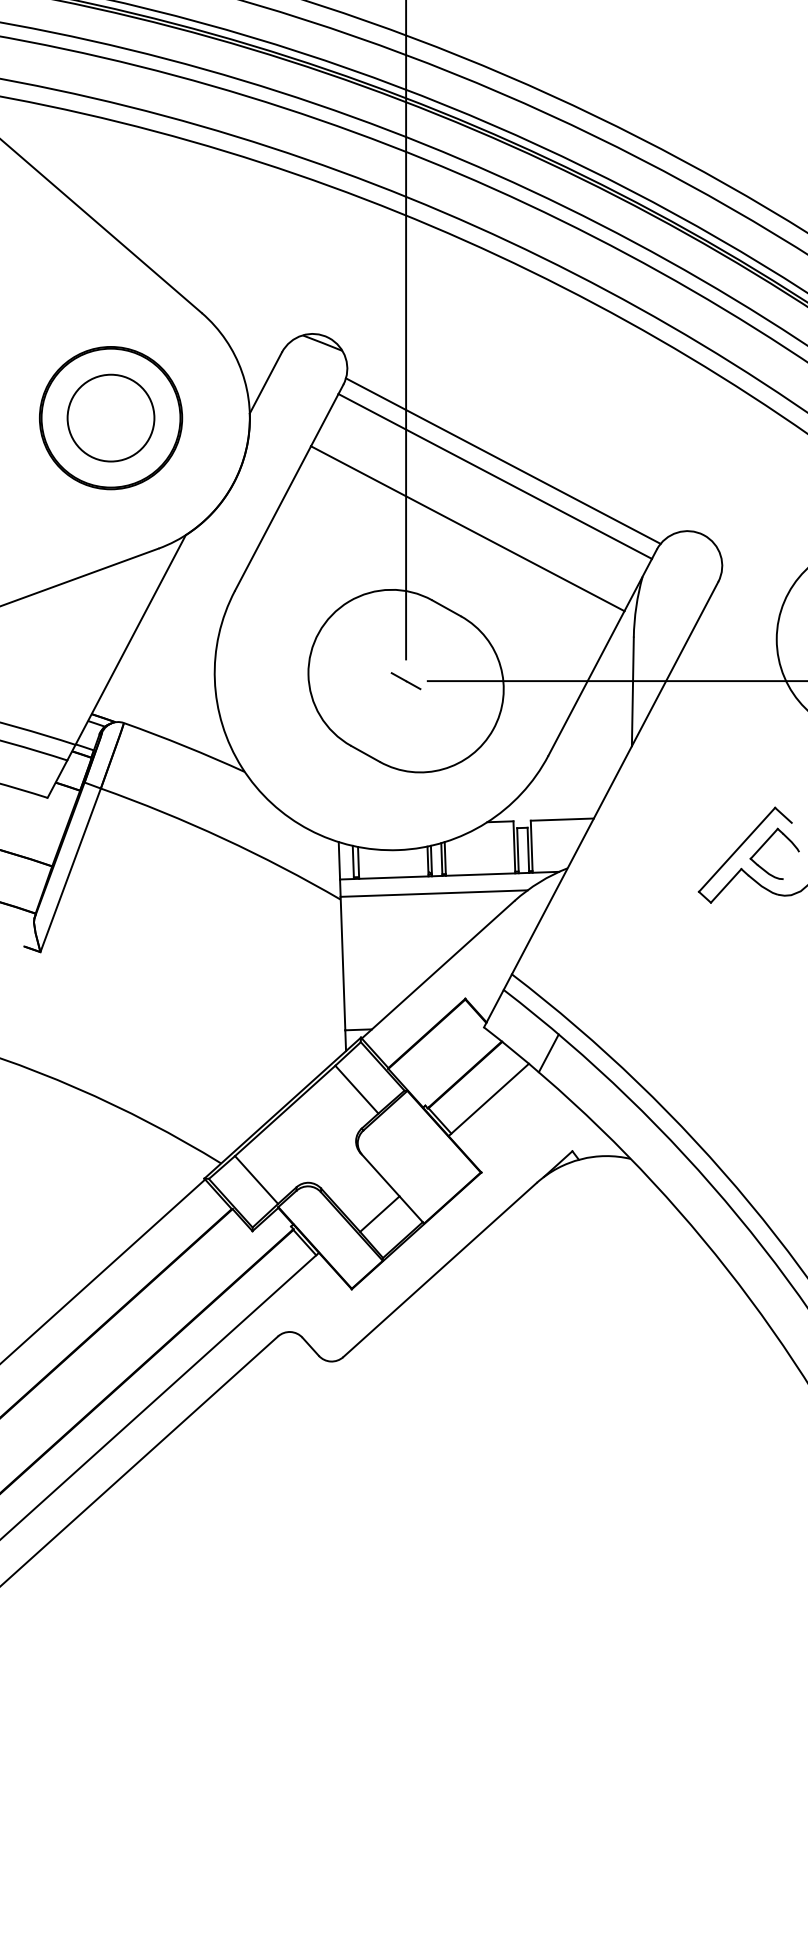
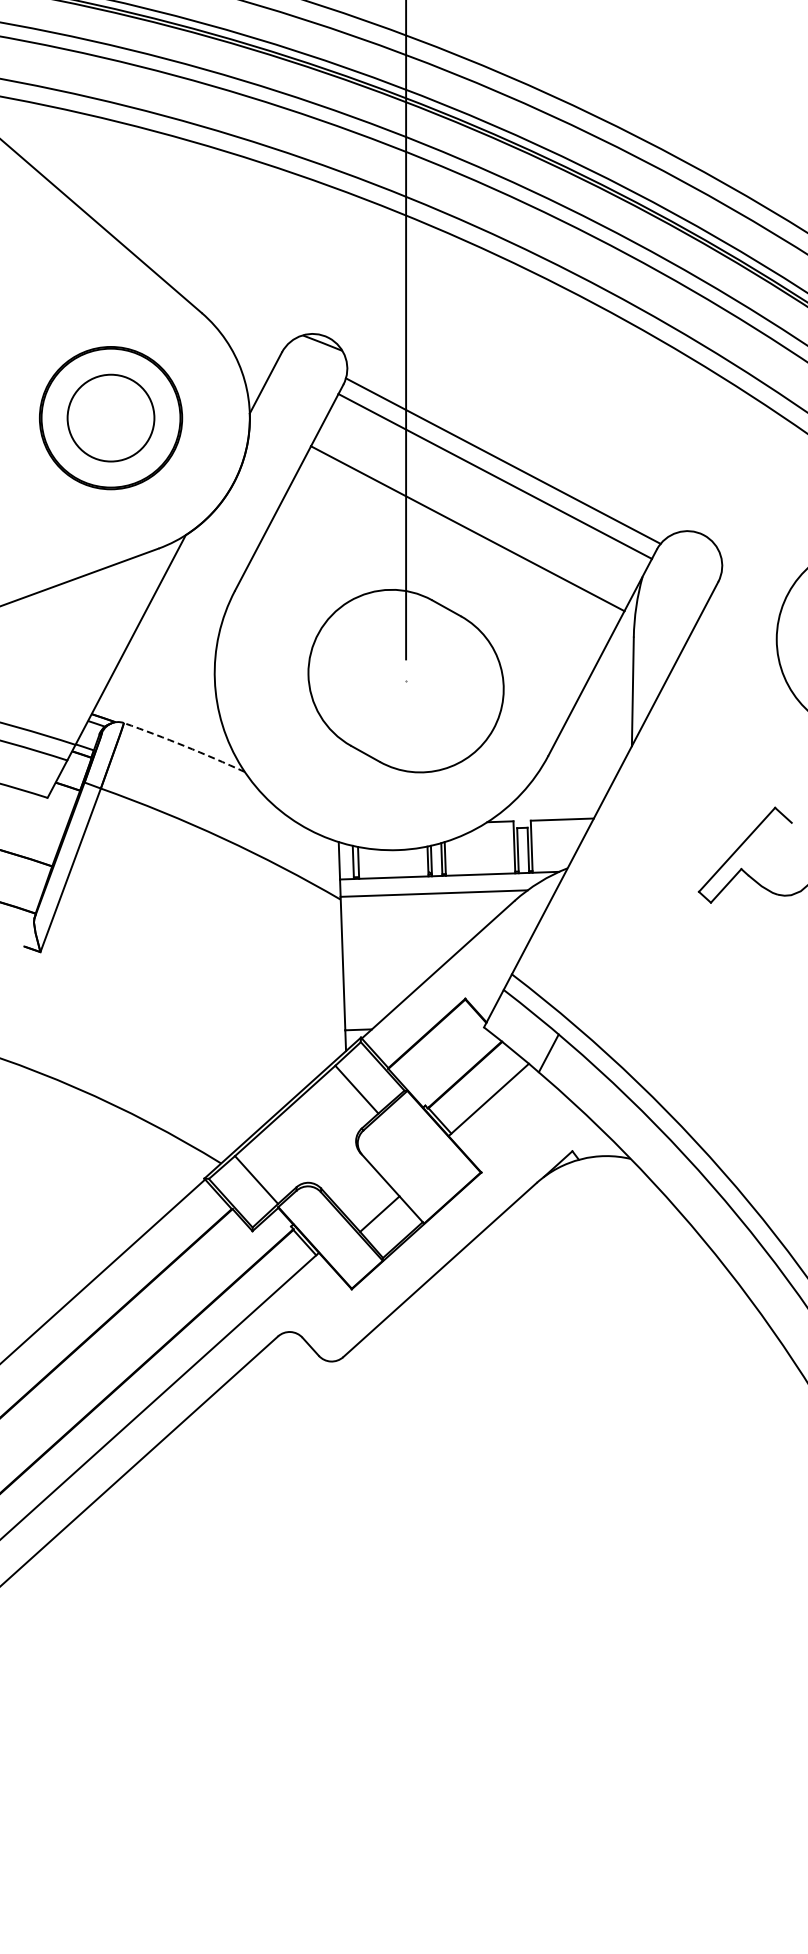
line at (405, 681): present -> none
line at (615, 681): present -> none
arc at (184, 746): solid -> dashed
part at (764, 845): present -> none
